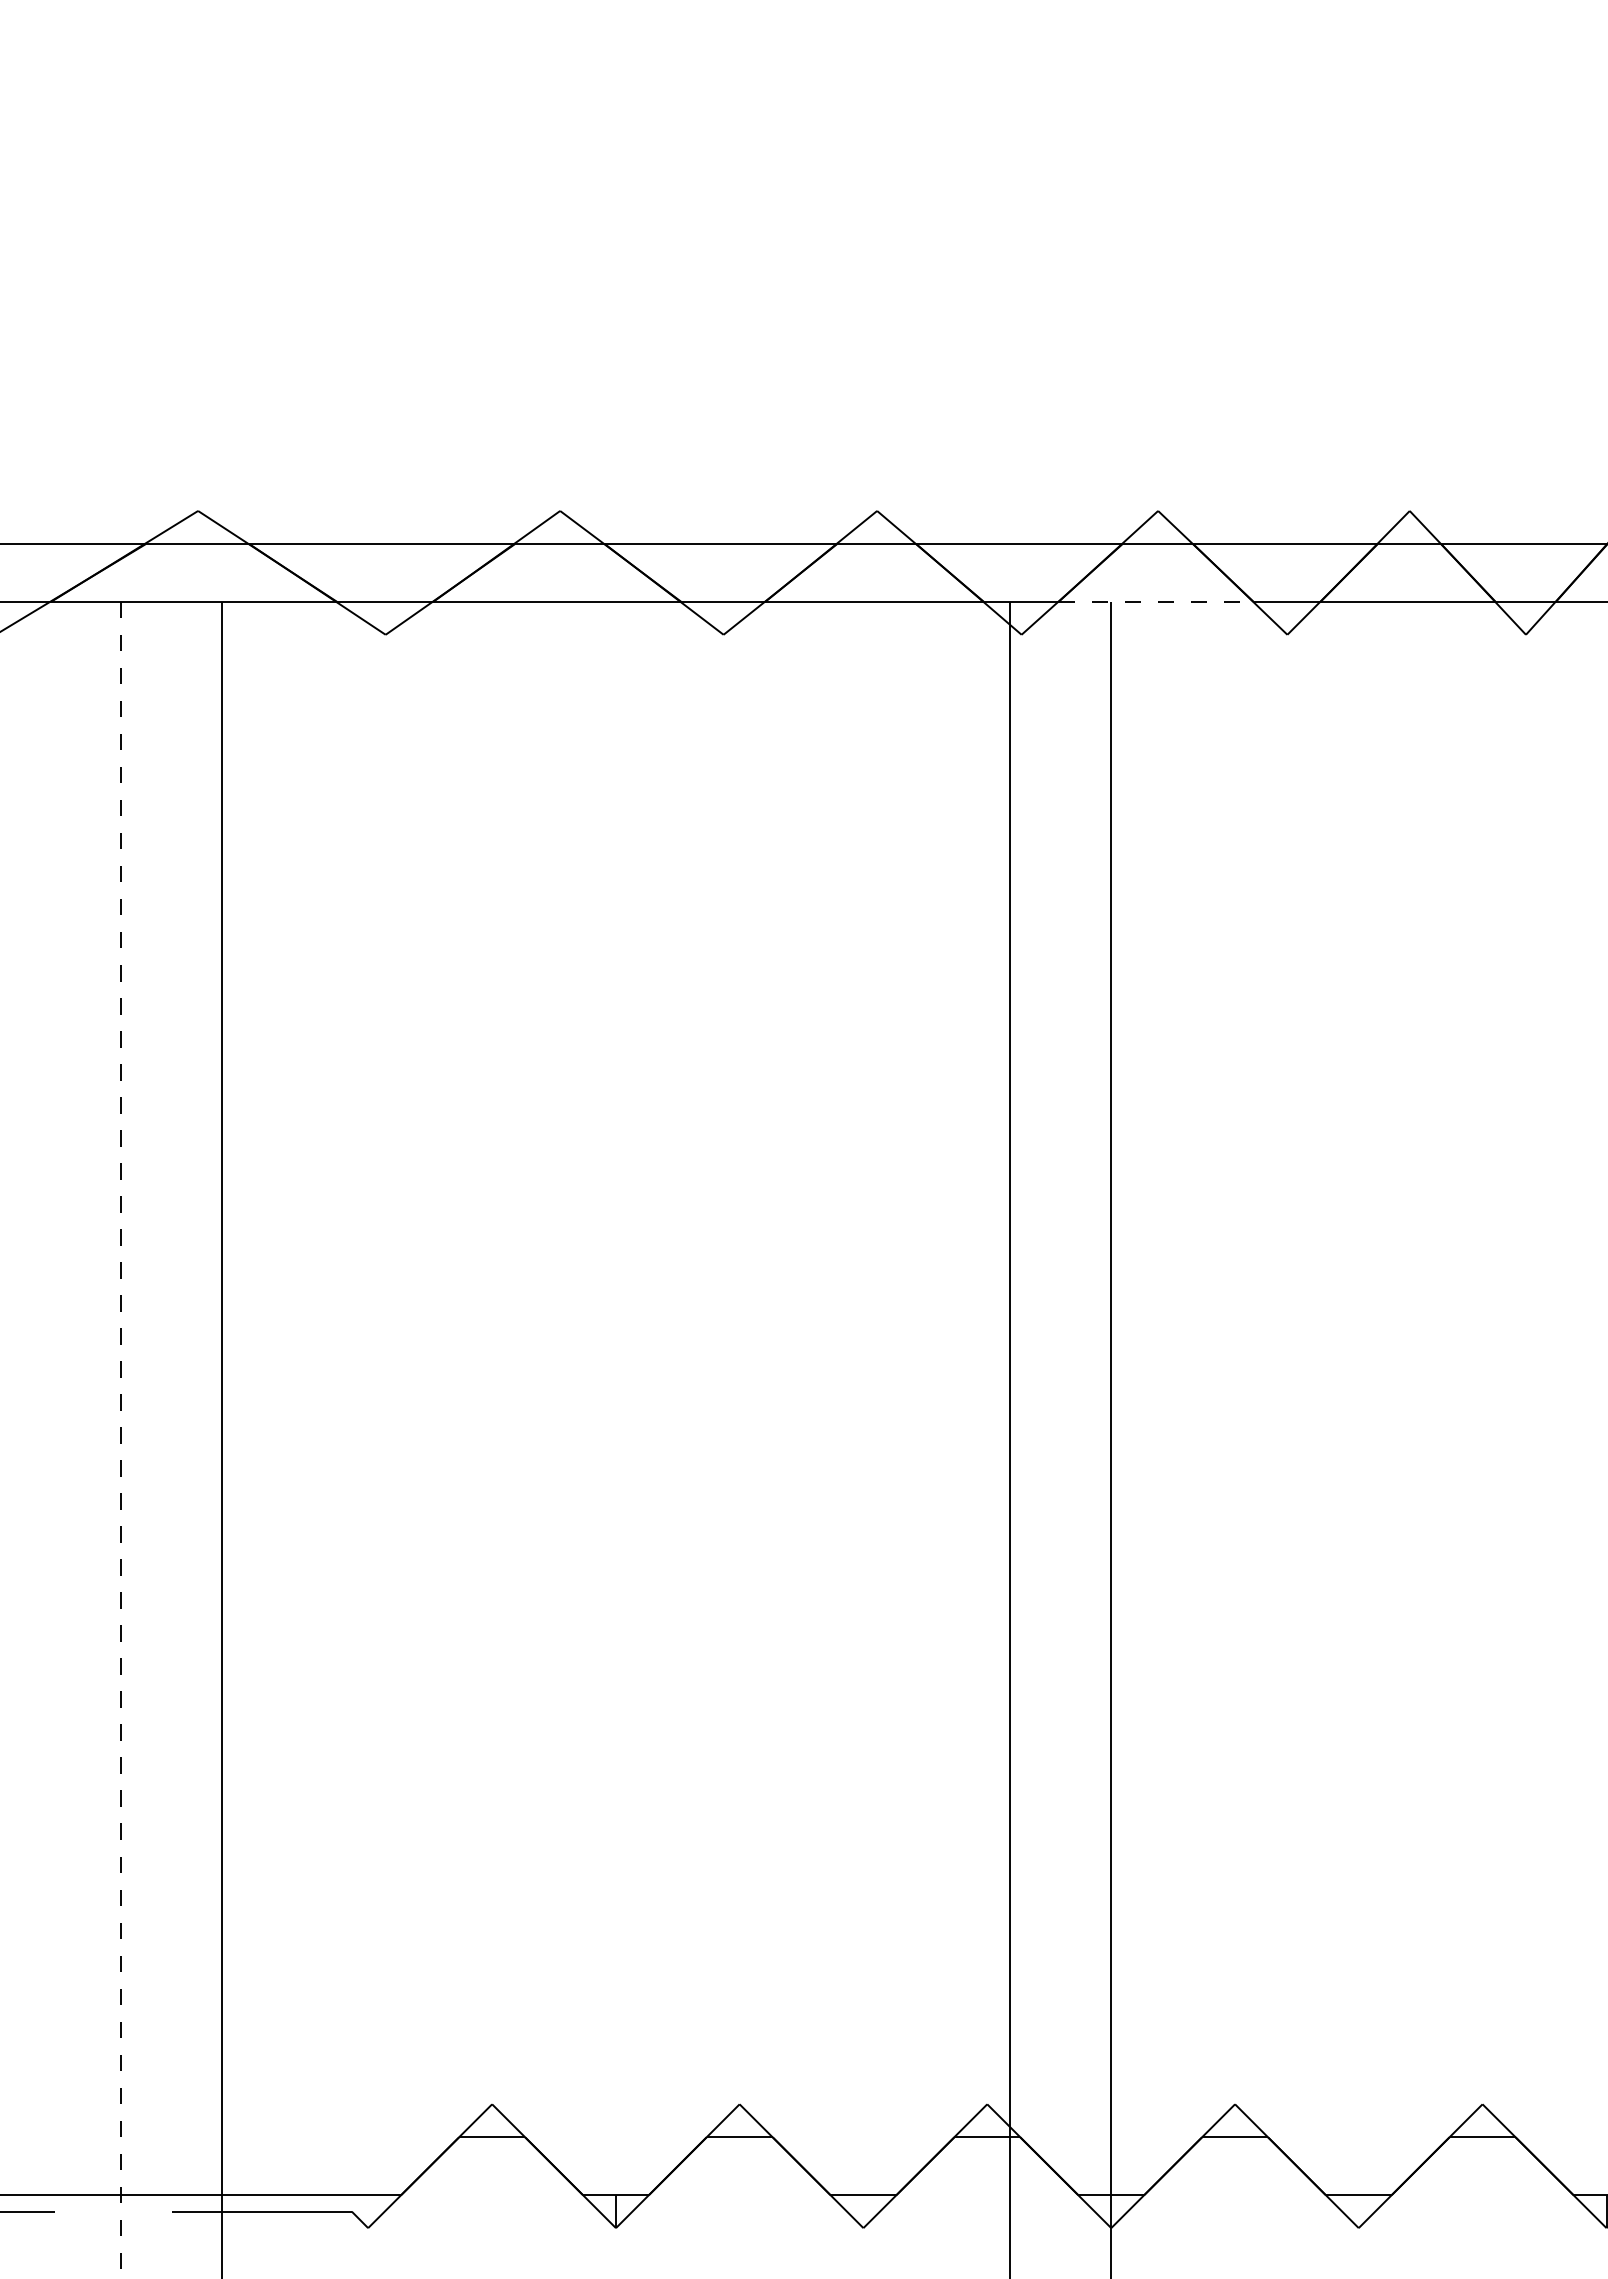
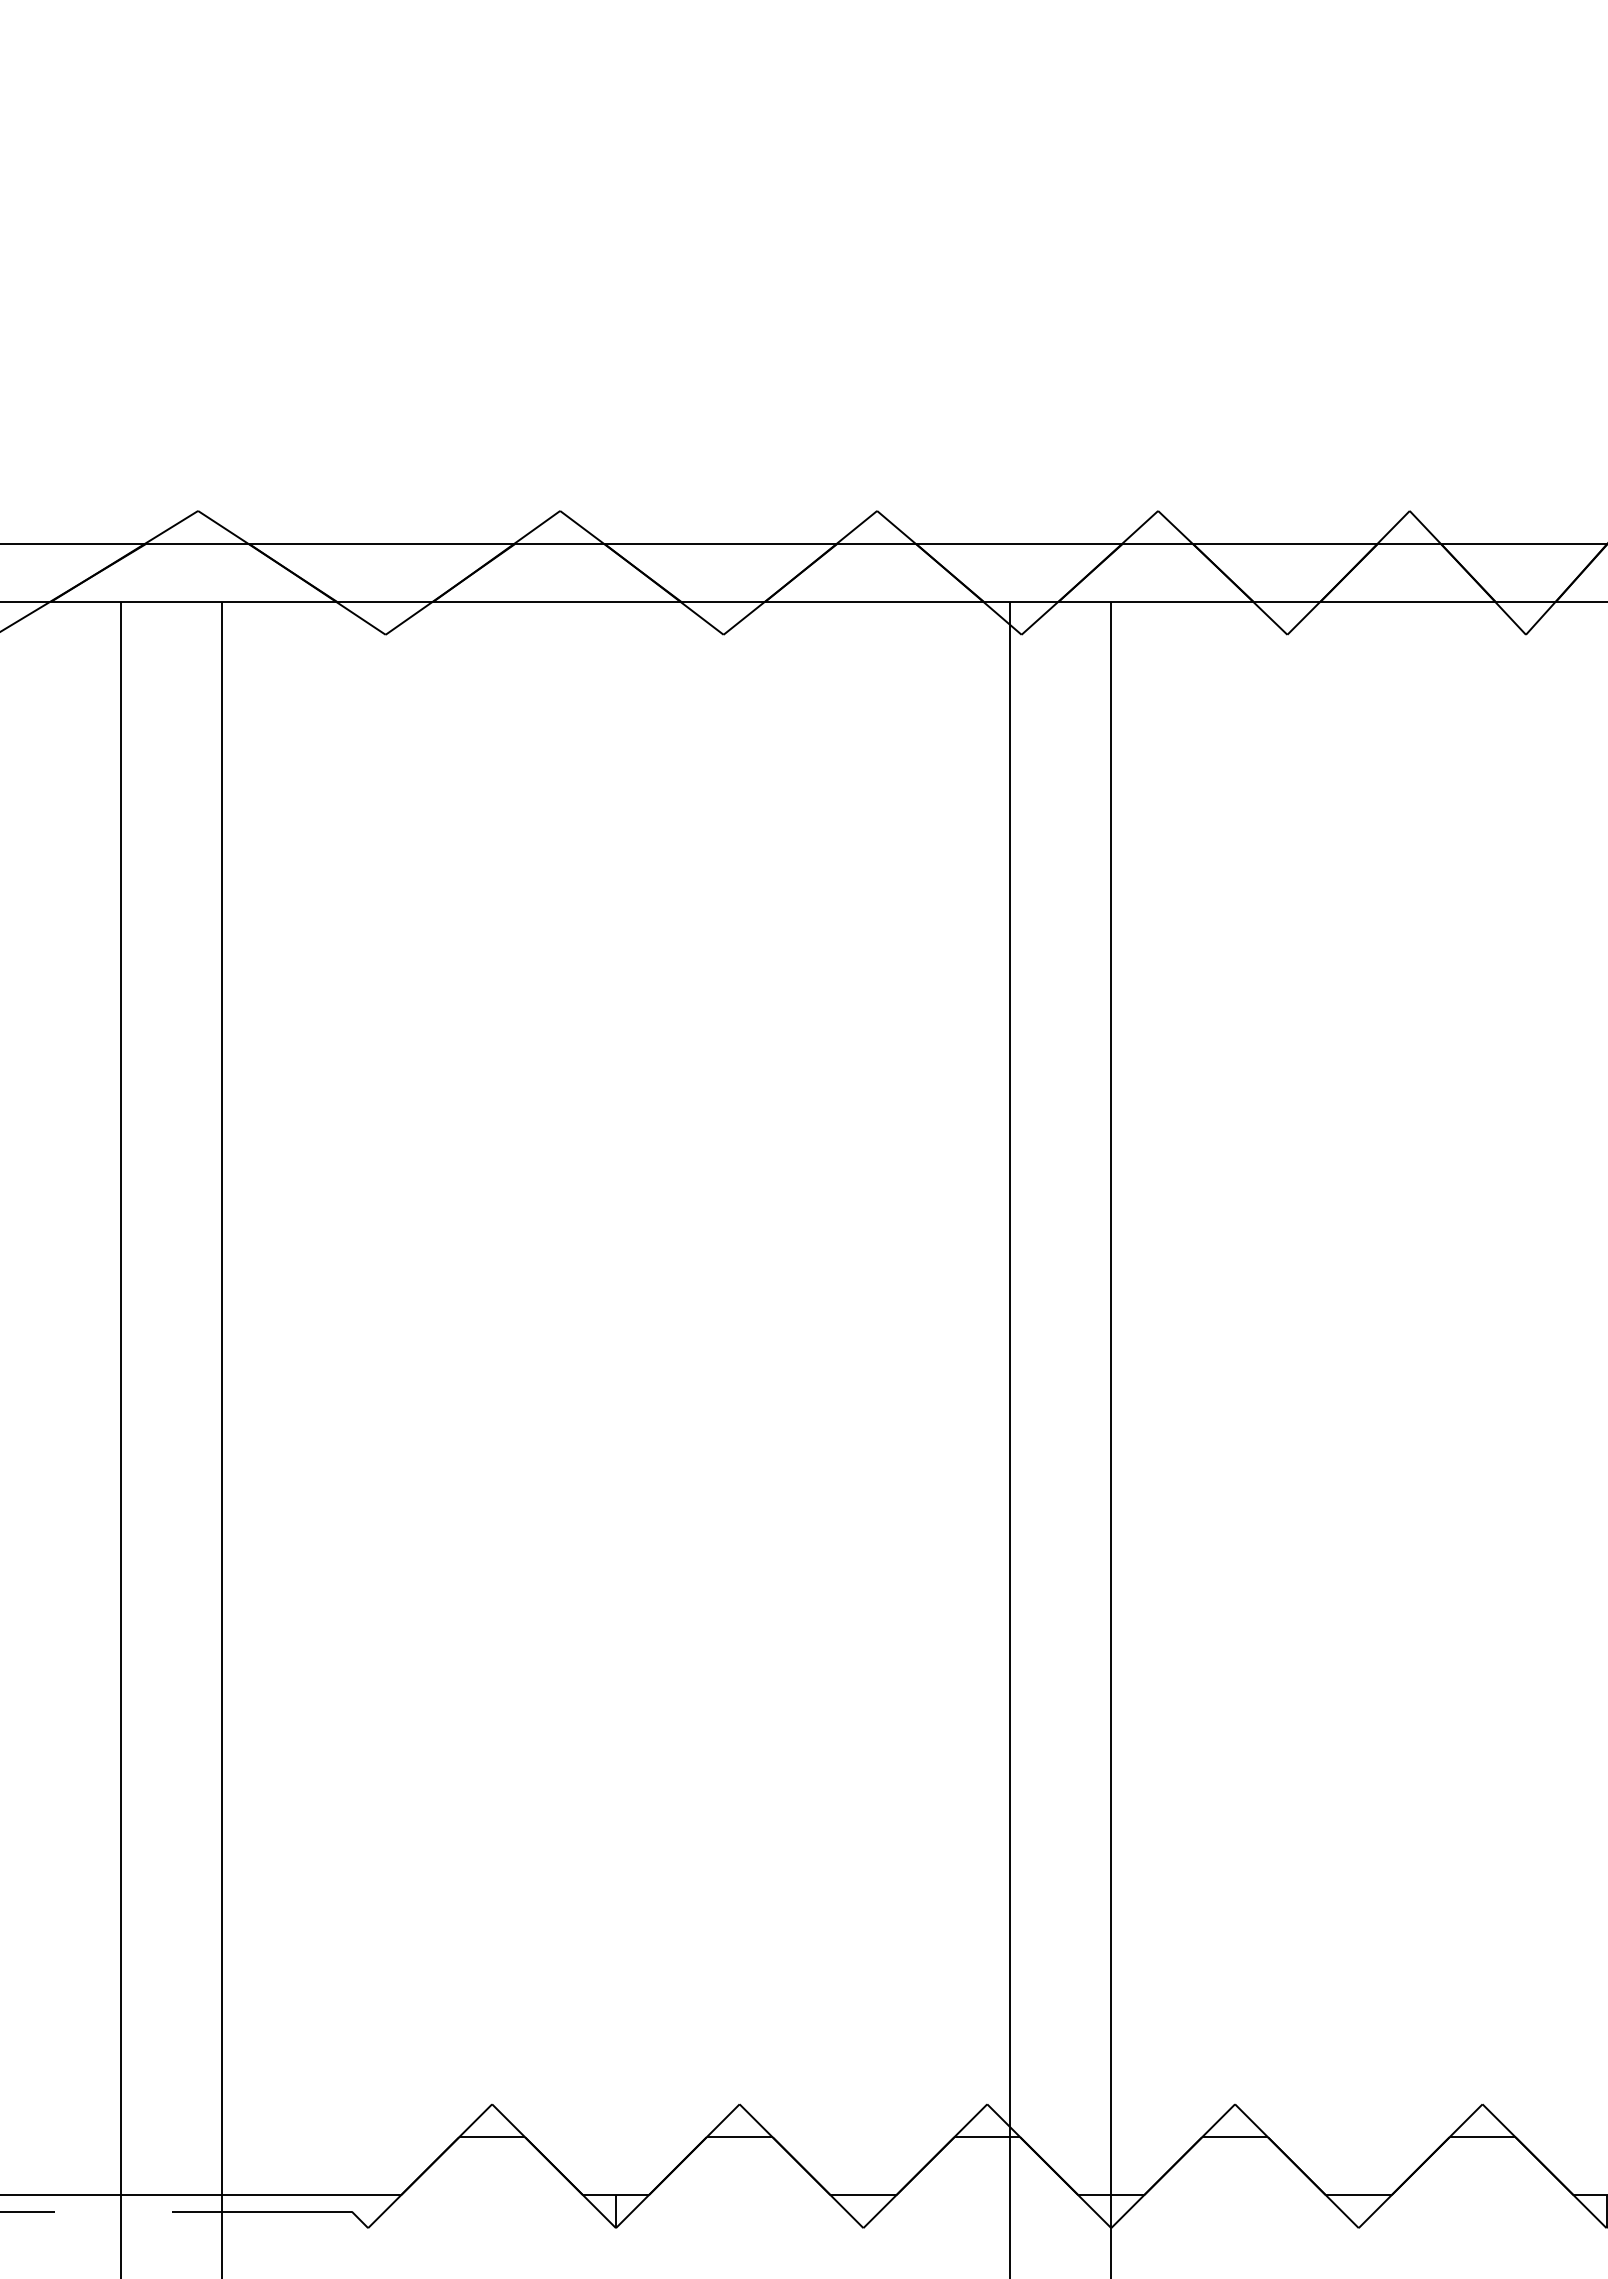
line at (1156, 601): dashed -> solid
line at (120, 1440): dashed -> solid
